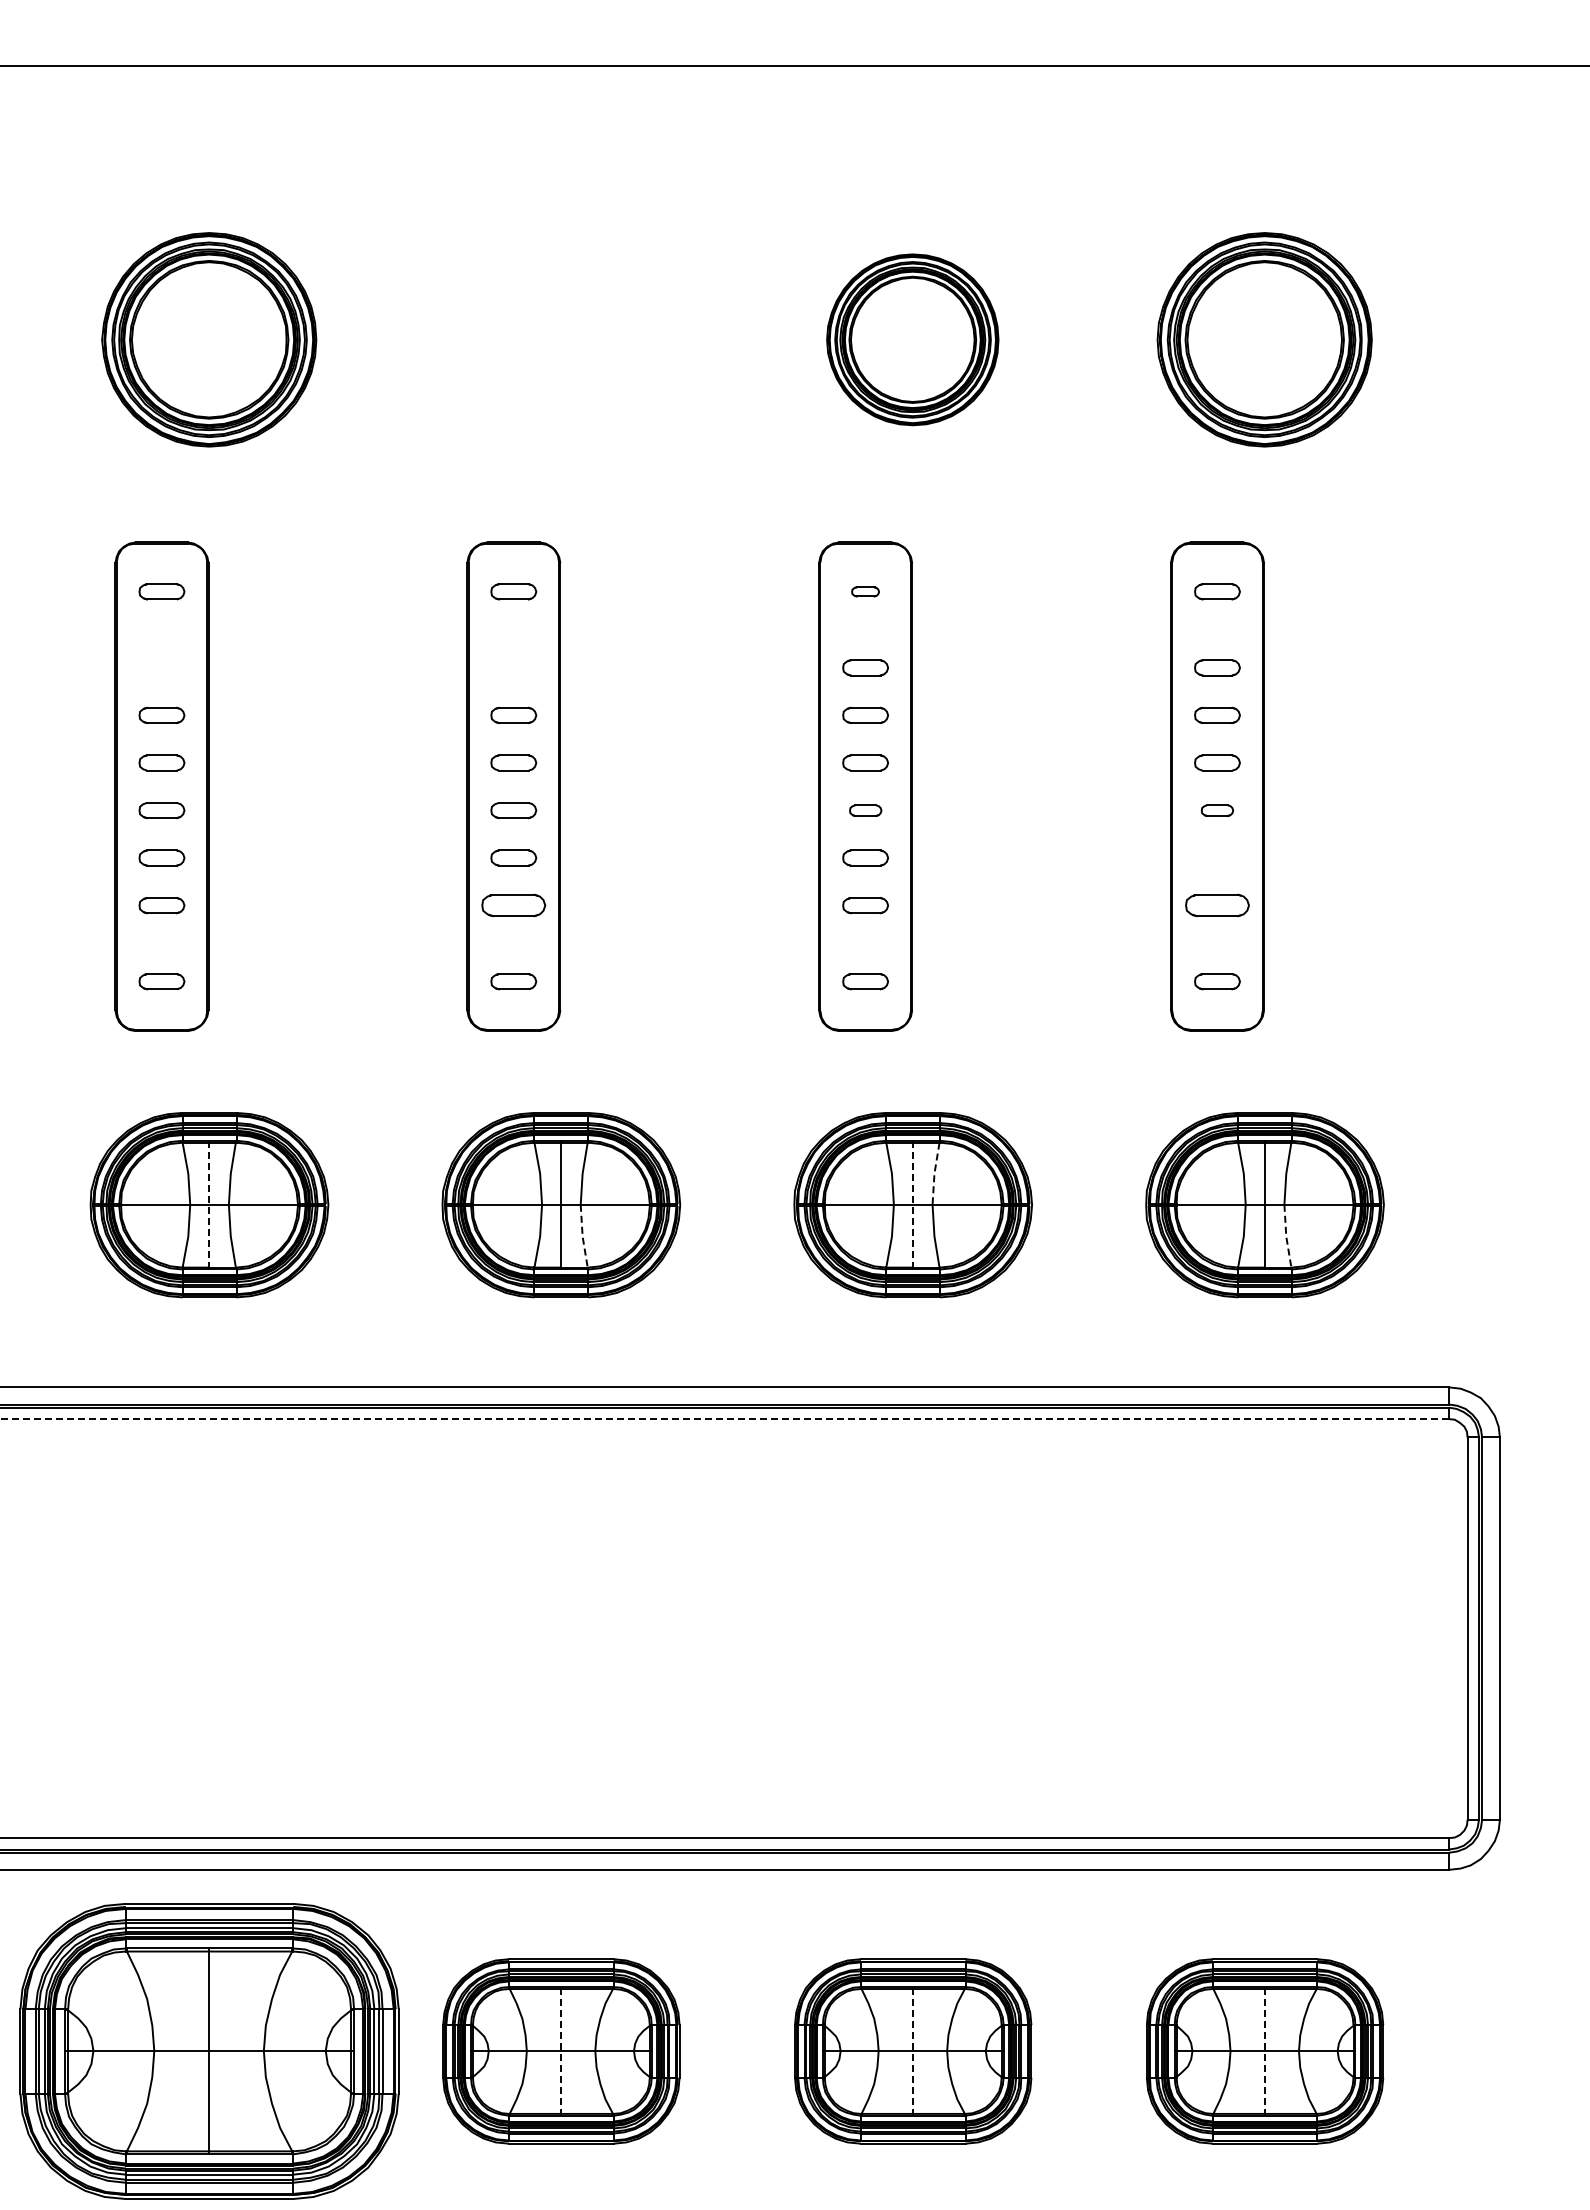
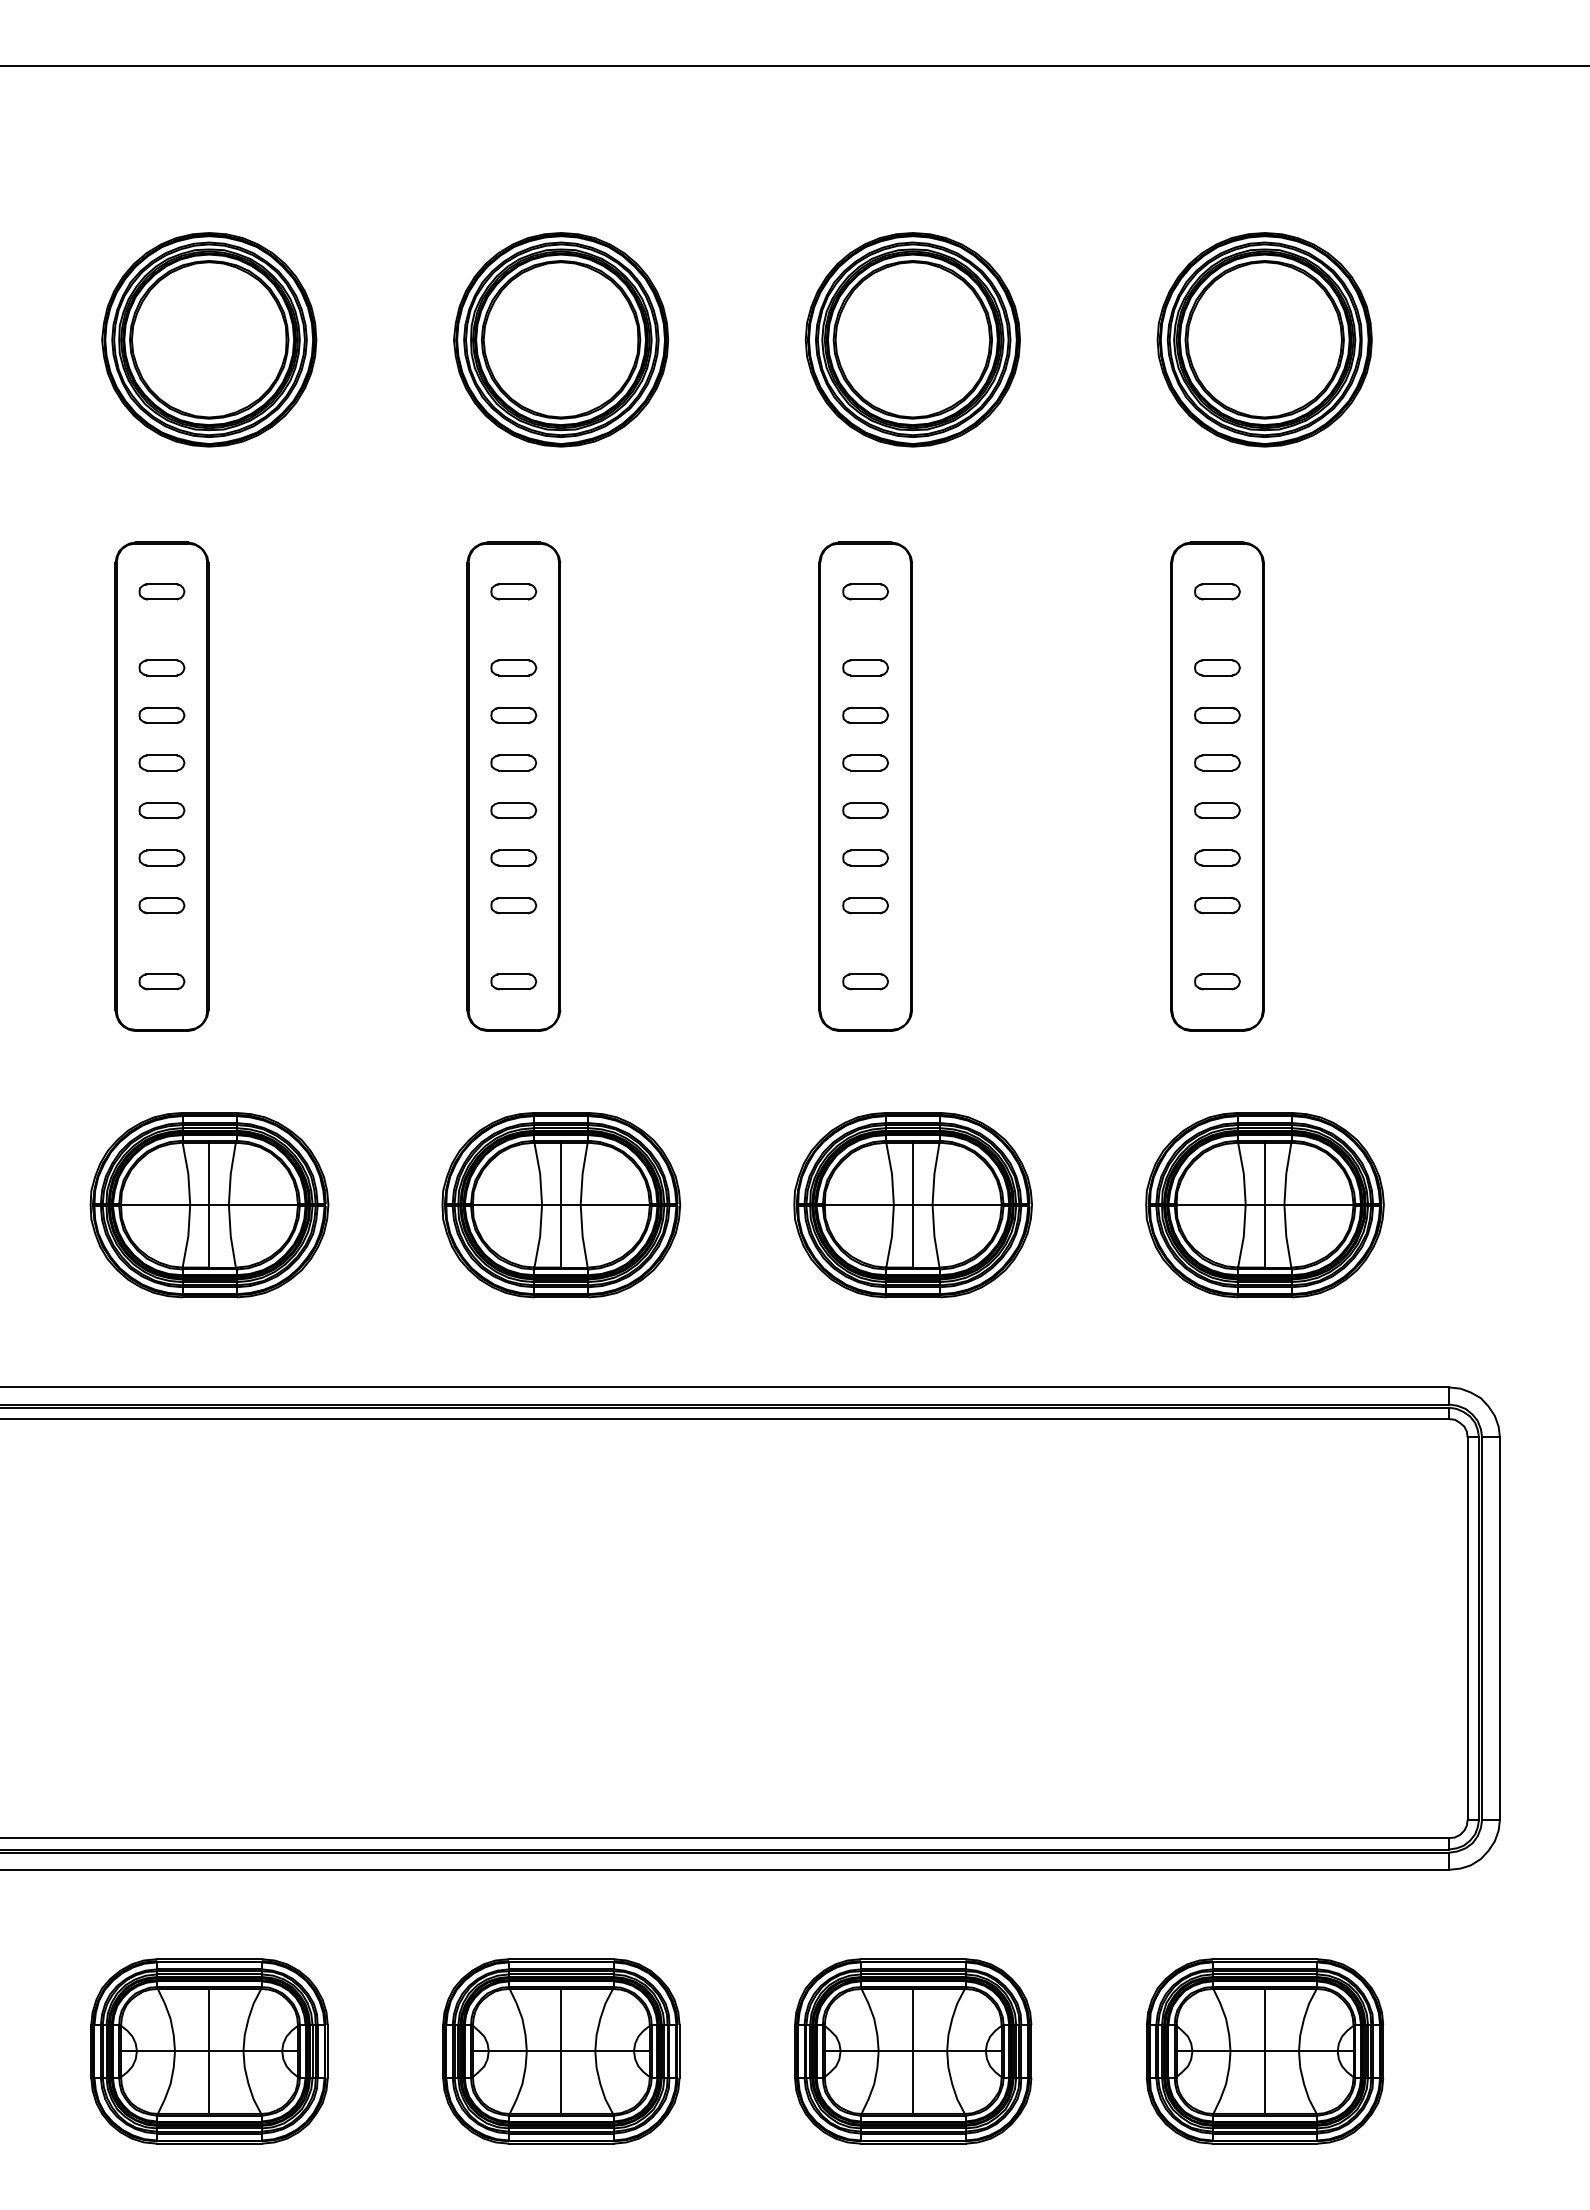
part at (561, 339): none -> present
part at (912, 339) size: 174x174 px -> 217x216 px
part at (865, 591) size: 29x12 px -> 47x18 px
part at (161, 667): none -> present
part at (513, 667): none -> present
part at (865, 810) size: 34x13 px -> 48x18 px
part at (1217, 810) size: 35x13 px -> 47x18 px
part at (1217, 857): none -> present
part at (1217, 904) size: 65x24 px -> 47x18 px
part at (513, 905) size: 66x25 px -> 48x18 px
line at (934, 1173): dashed -> solid
line at (209, 1204): dashed -> solid
line at (912, 1204): dashed -> solid
line at (582, 1236): dashed -> solid
line at (1286, 1236): dashed -> solid
line at (724, 1419): dashed -> solid
line at (561, 2050): dashed -> solid
line at (912, 2050): dashed -> solid
line at (1264, 2050): dashed -> solid
part at (209, 2051) size: 381x297 px -> 239x187 px
